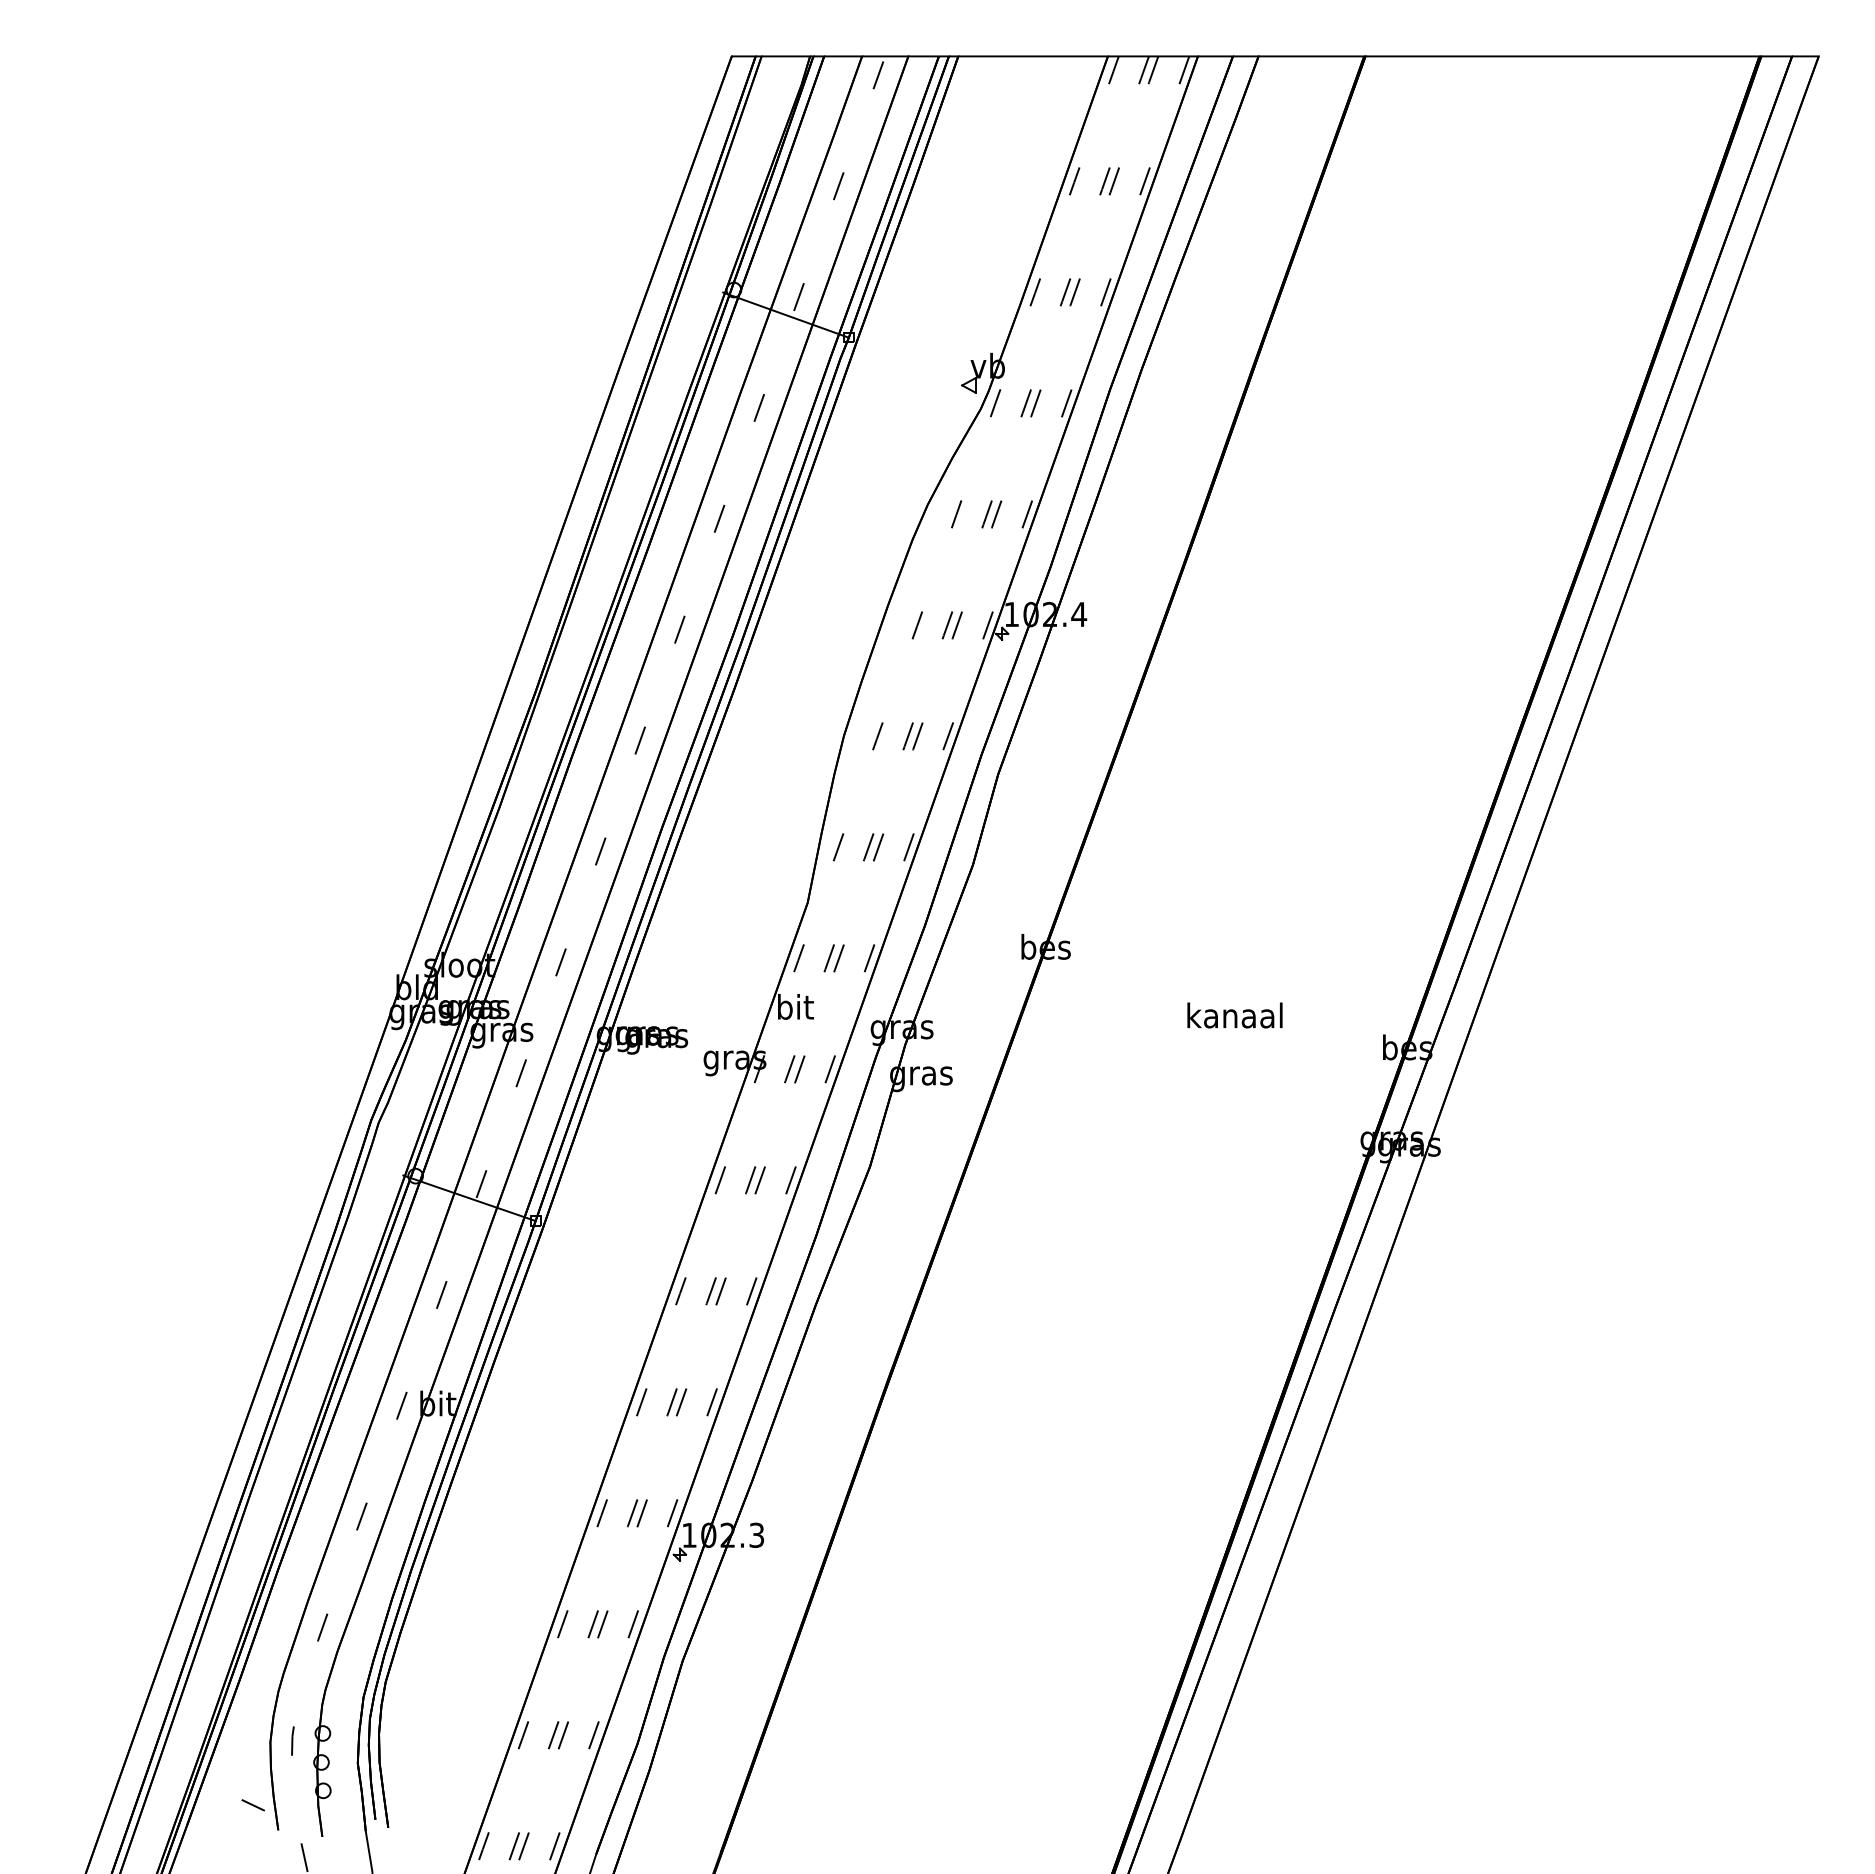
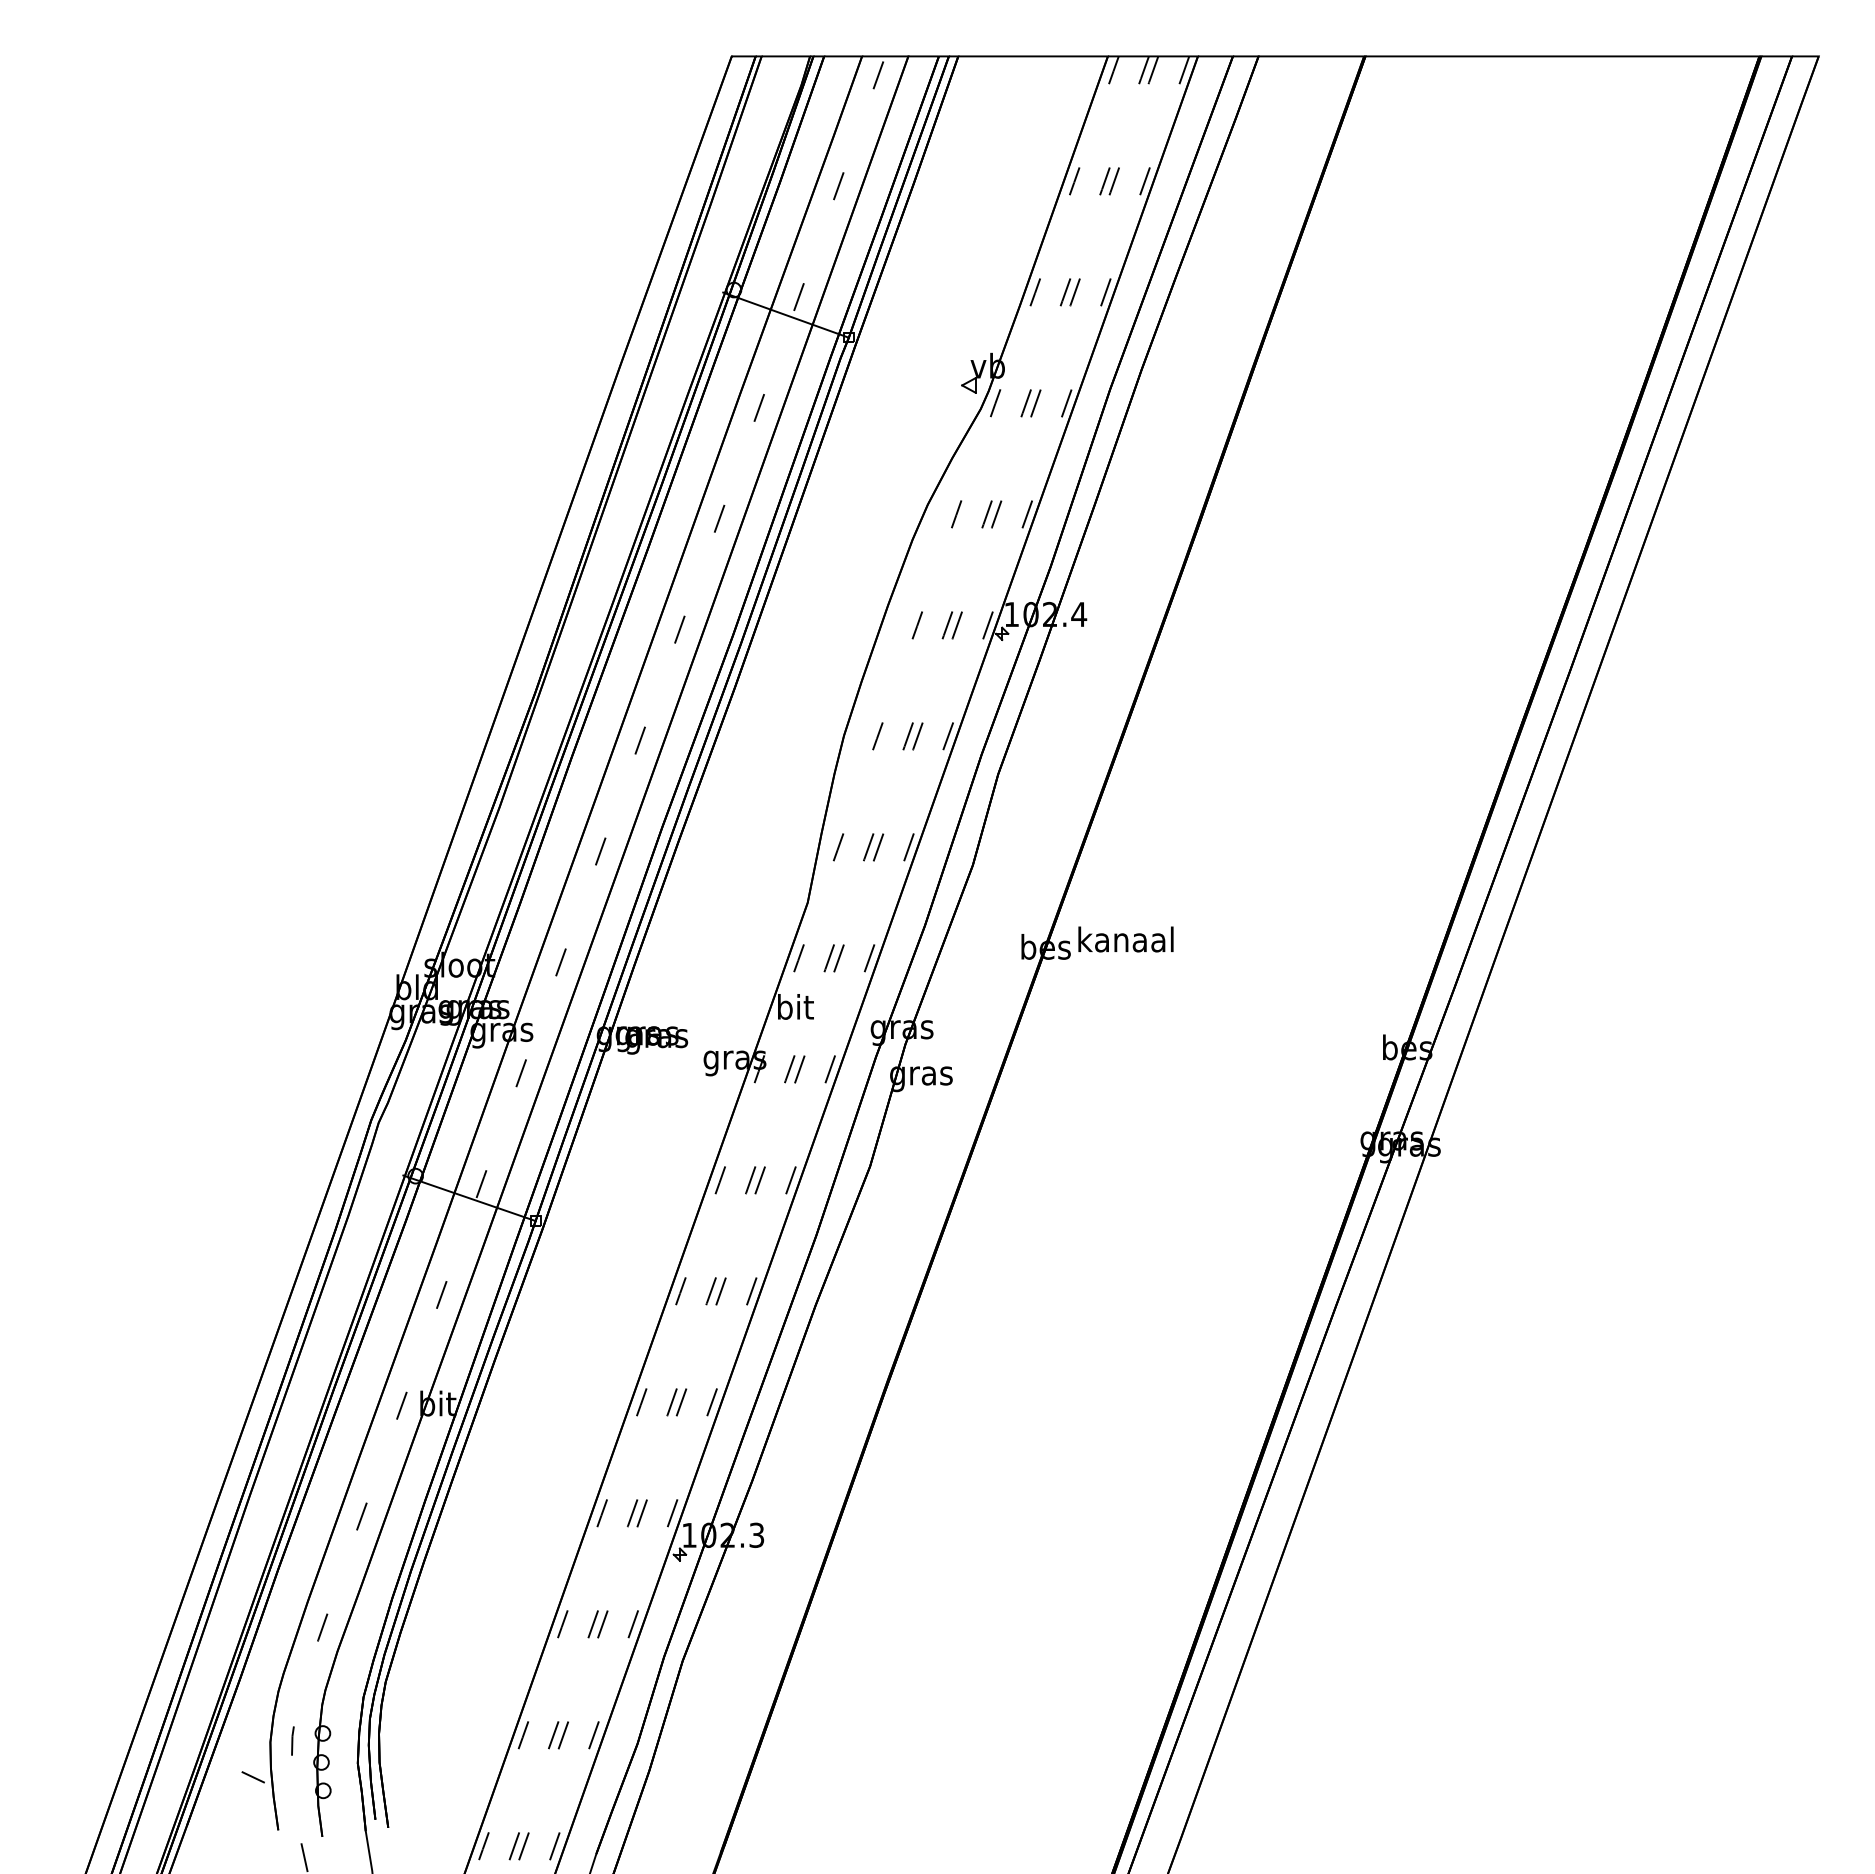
text at (1234, 1015) position: (1234, 1015) -> (1125, 939)
line at (252, 1805) position: (252, 1805) -> (252, 1777)
